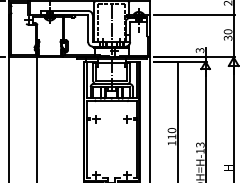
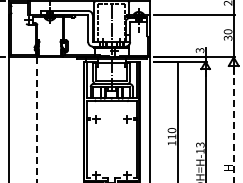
line at (37, 120): solid -> dashed
line at (233, 124): solid -> dashed
